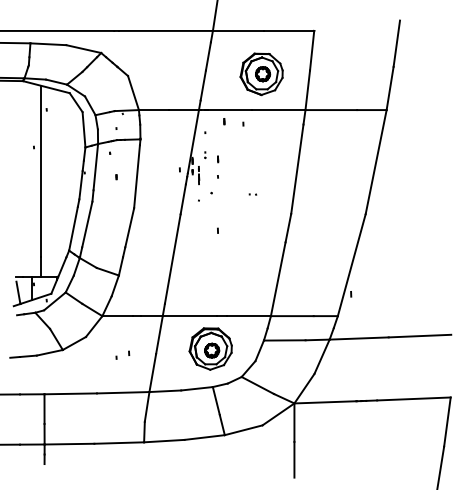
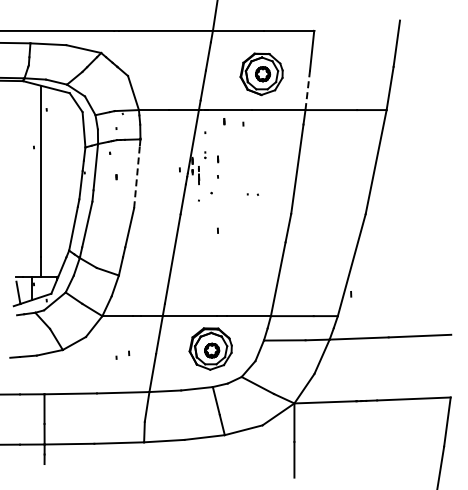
line at (307, 90): solid -> dashed
line at (137, 176): solid -> dashed
part at (252, 194) size: 10x3 px -> 13x3 px
